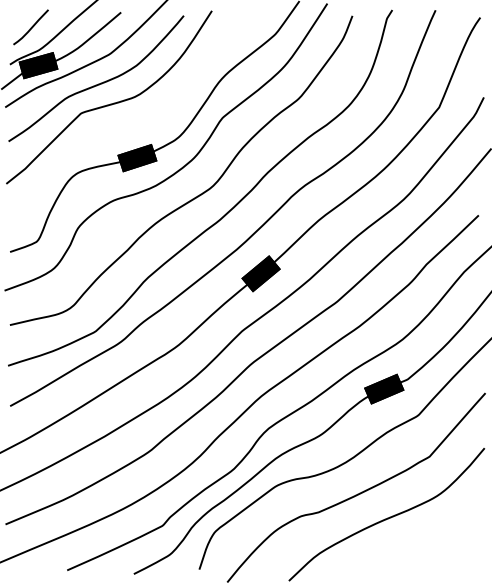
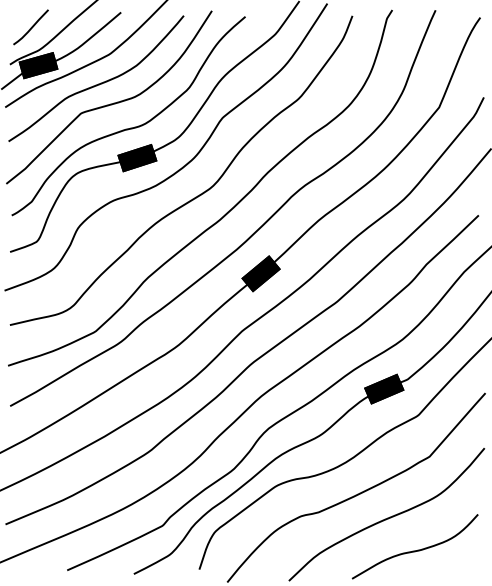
curve at (130, 127): none -> present
curve at (414, 550): none -> present
